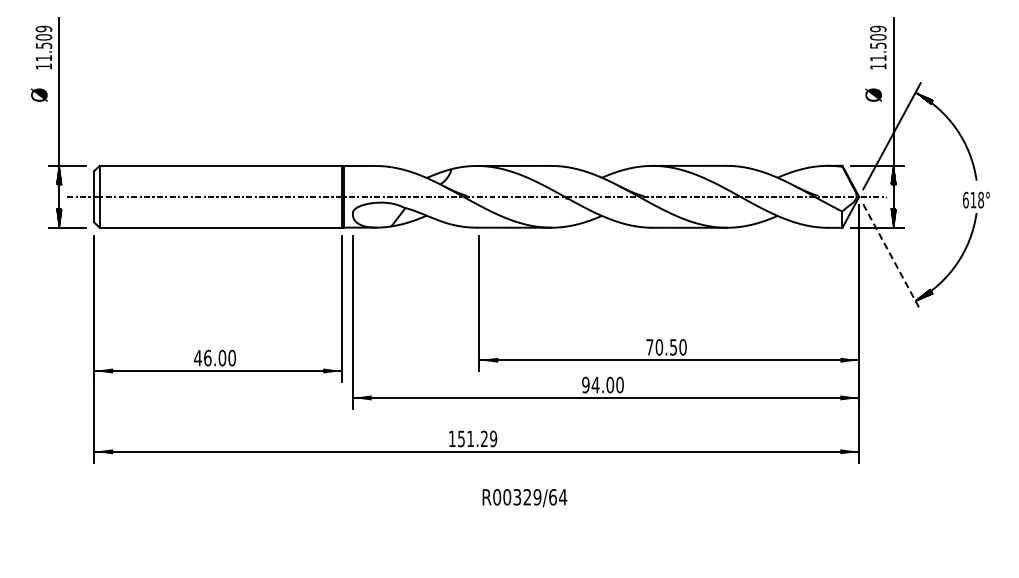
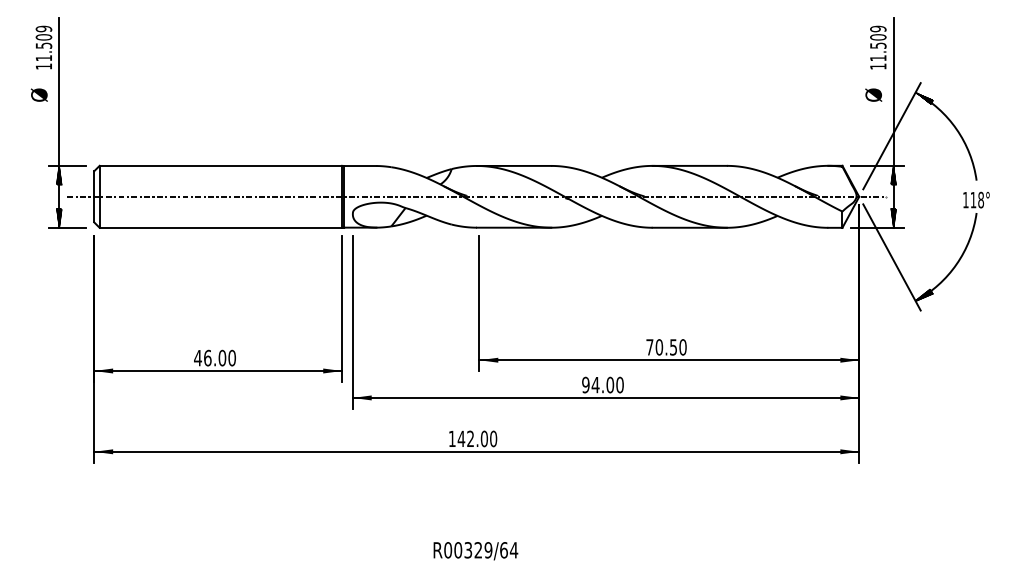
text at (965, 199): 618° -> 118°
line at (892, 257): dashed -> solid
text at (477, 438): 151.29 -> 142.00
text at (524, 498) position: (524, 498) -> (475, 551)
